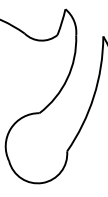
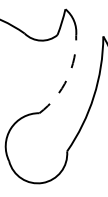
arc at (67, 78): solid -> dashed
